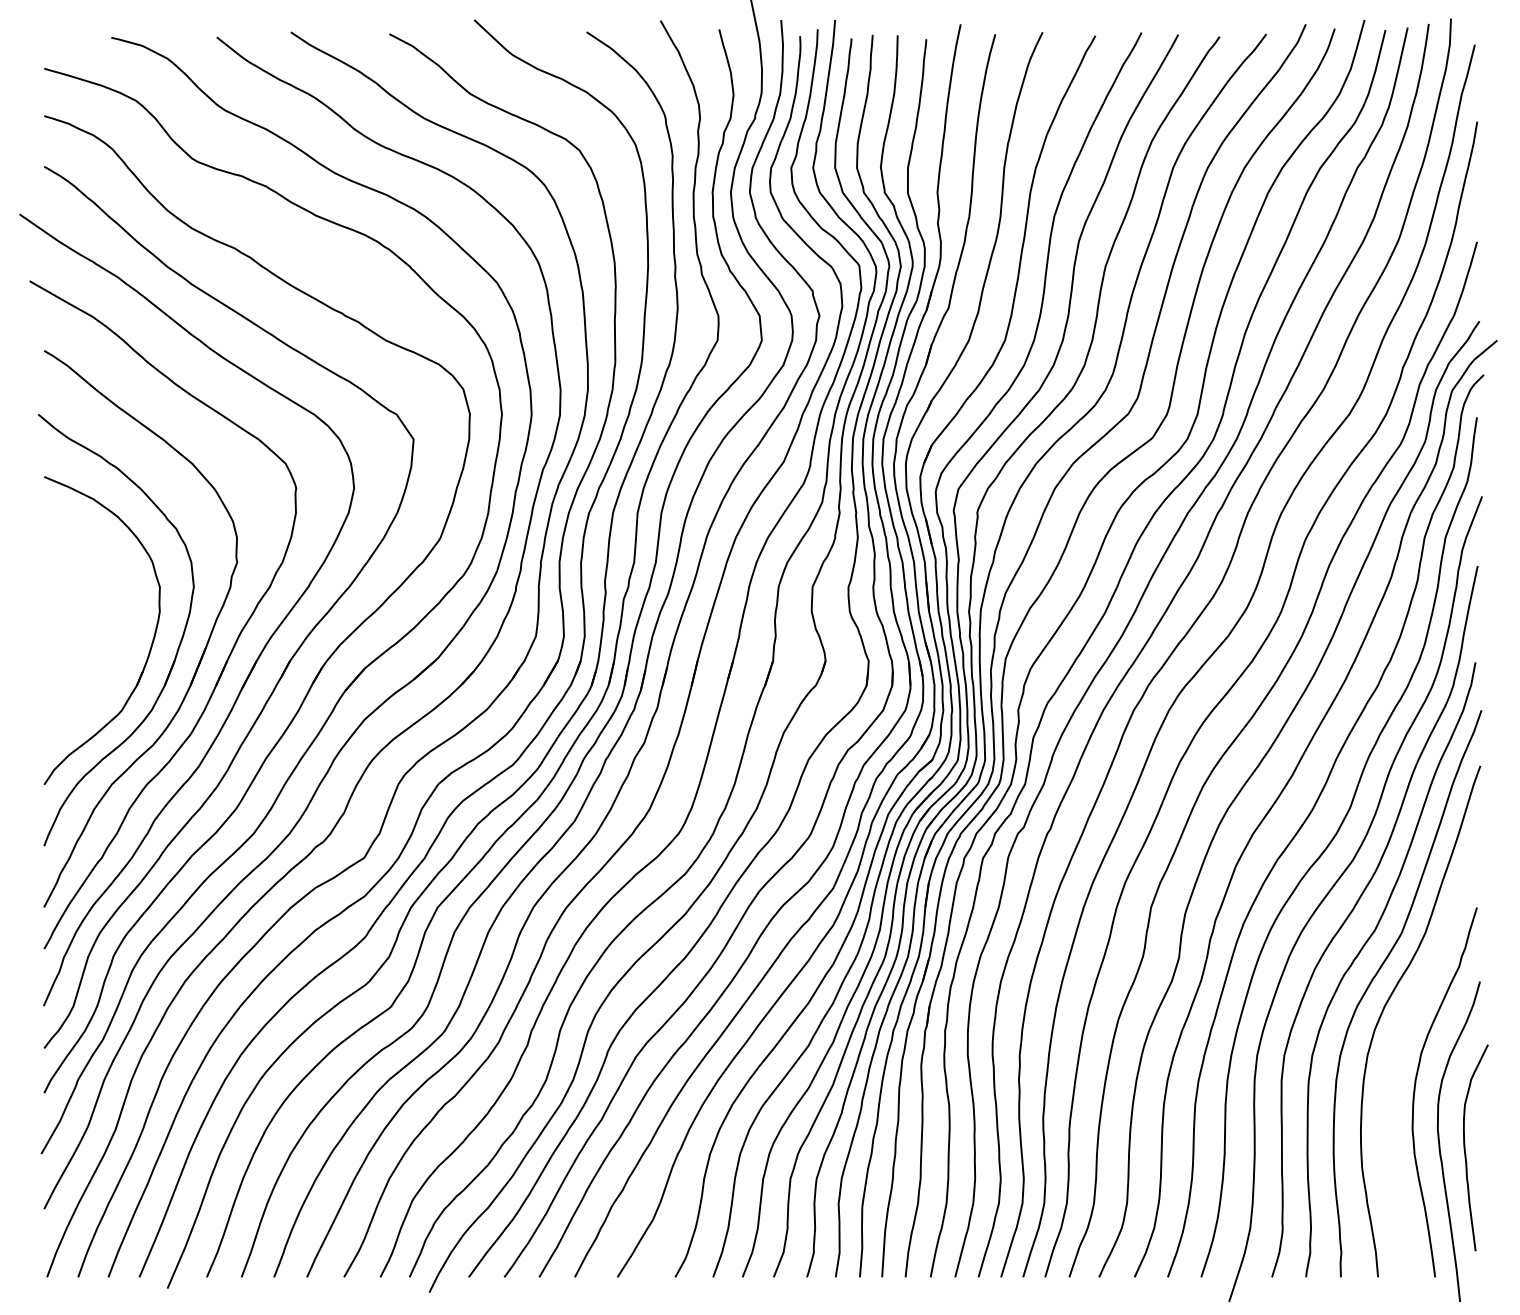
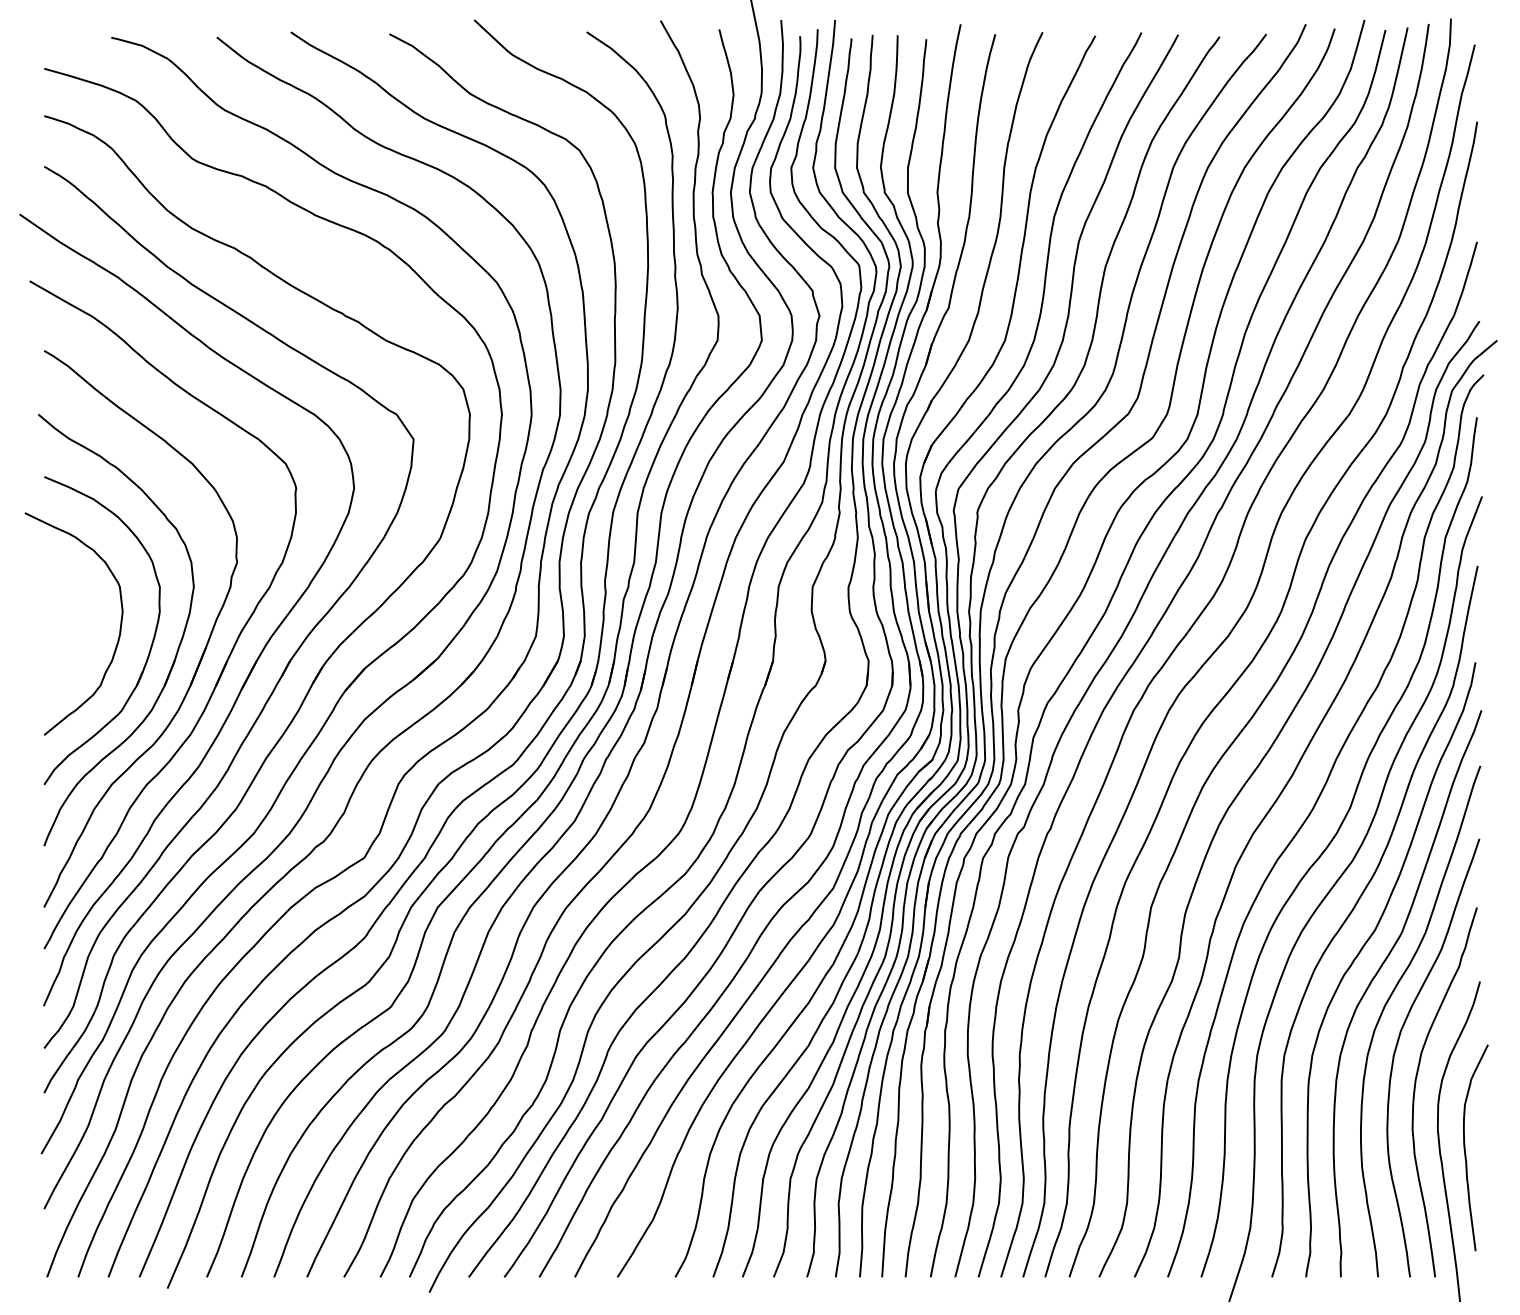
curve at (119, 628): none -> present
curve at (1397, 1047): none -> present
